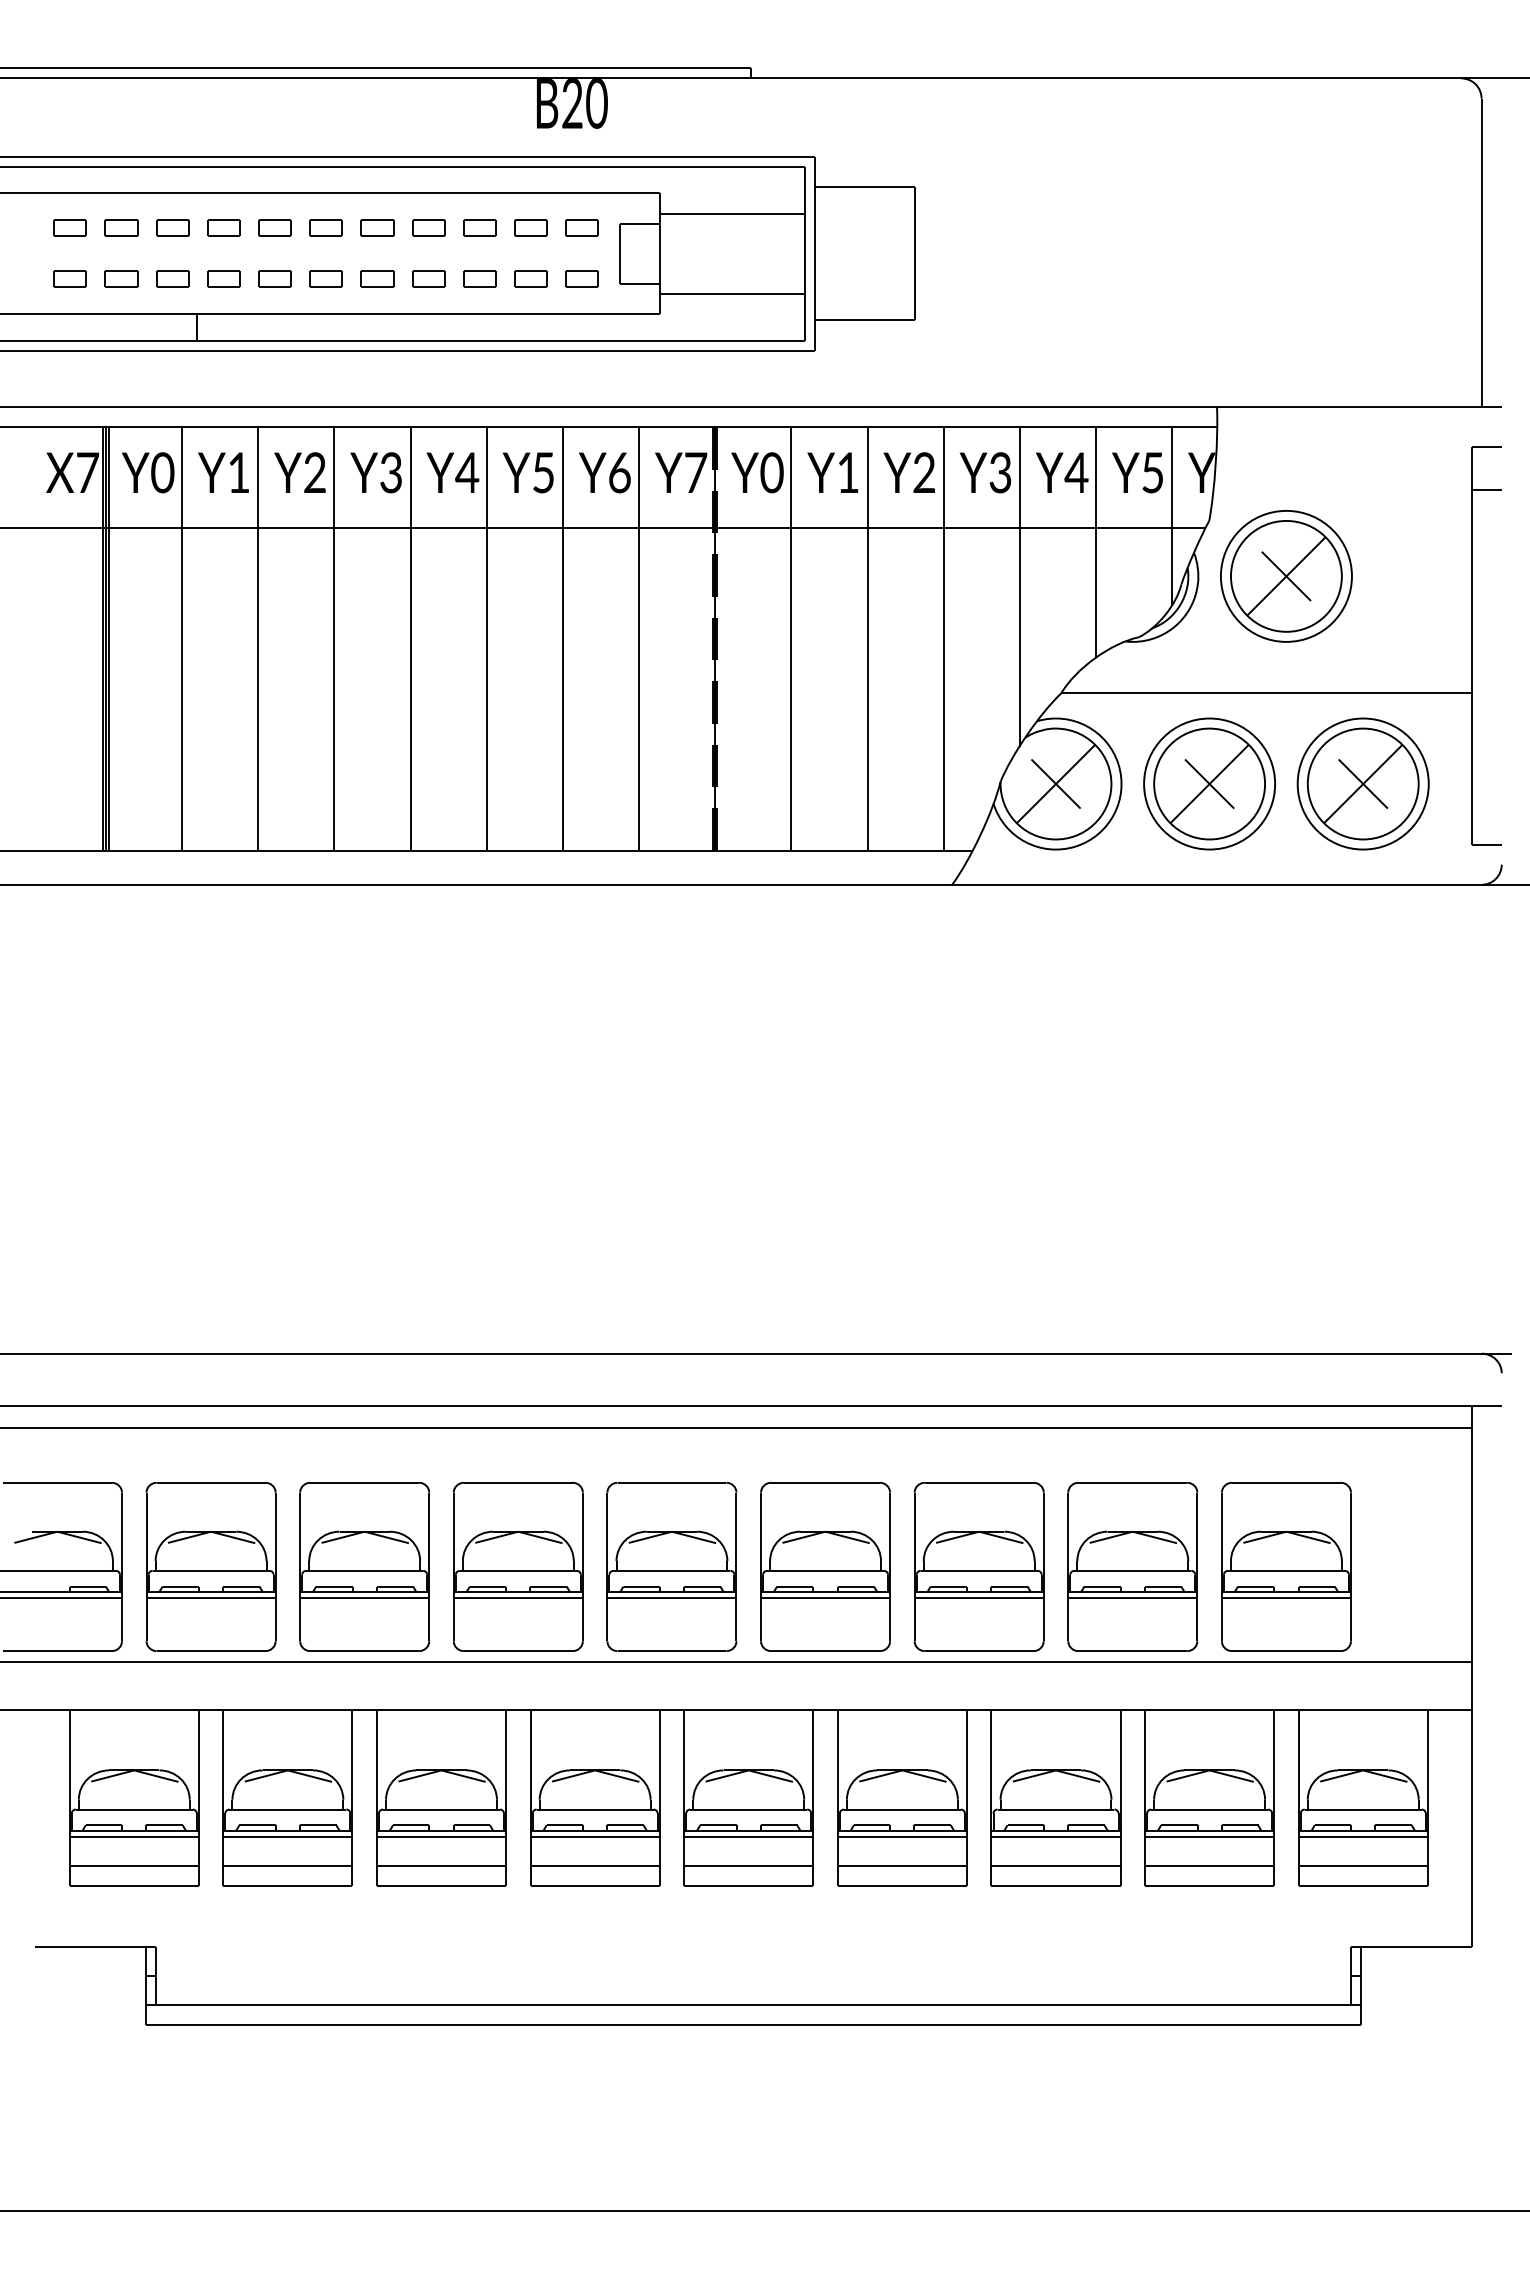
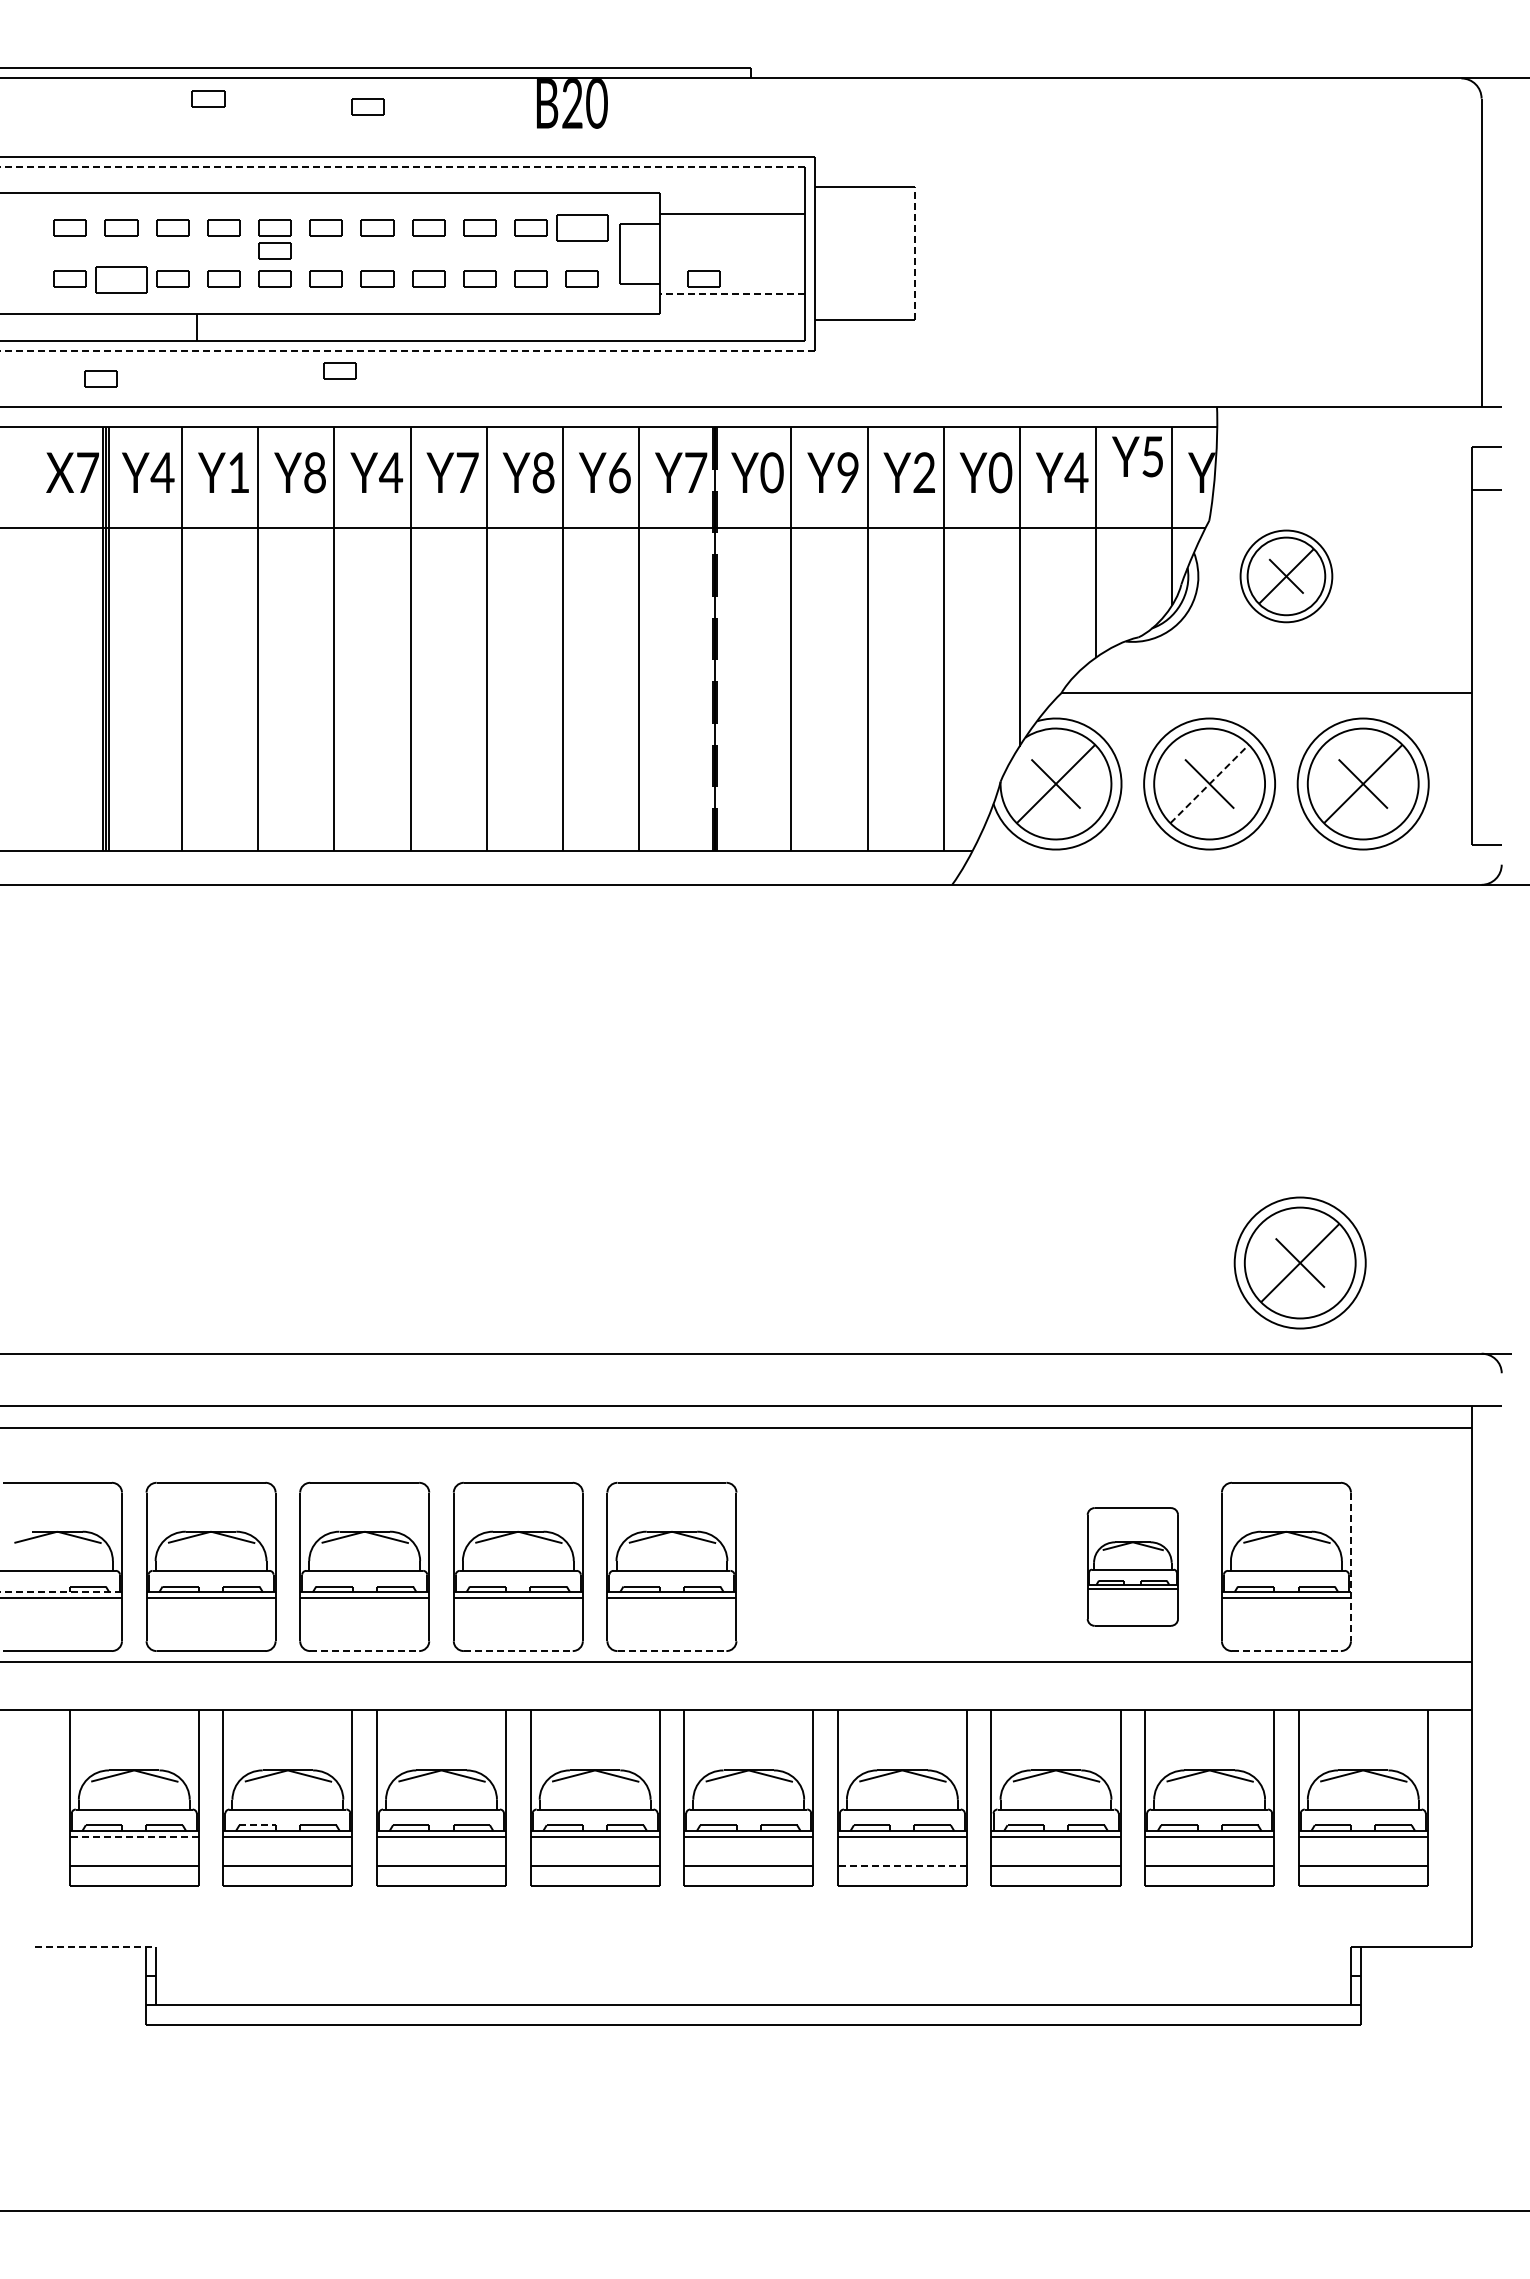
part at (208, 98): none -> present
part at (367, 106): none -> present
line at (402, 167): solid -> dashed
part at (581, 227) size: 34x18 px -> 53x28 px
part at (274, 250): none -> present
line at (915, 253): solid -> dashed
part at (121, 278) size: 35x18 px -> 53x28 px
part at (703, 278): none -> present
line at (731, 294): solid -> dashed
line at (407, 350): solid -> dashed
part at (339, 370): none -> present
part at (100, 378): none -> present
text at (162, 472): Y0 -> Y4
text at (391, 472): Y3 -> Y4
text at (467, 472): Y4 -> Y7
text at (543, 472): Y5 -> Y8
text at (847, 472): Y1 -> Y9
text at (1000, 472): Y3 -> Y0
text at (1137, 472) position: (1137, 472) -> (1137, 456)
text at (314, 473): Y2 -> Y8
part at (1286, 576) size: 133x133 px -> 95x95 px
line at (1209, 783): solid -> dashed
part at (1299, 1262): none -> present
part at (825, 1566): present -> none
part at (978, 1566): present -> none
part at (1132, 1566) size: 132x170 px -> 93x120 px
line at (1350, 1567): solid -> dashed
line at (61, 1592): solid -> dashed
line at (365, 1651): solid -> dashed
line at (518, 1651): solid -> dashed
line at (672, 1651): solid -> dashed
line at (1286, 1651): solid -> dashed
line at (258, 1825): solid -> dashed
line at (134, 1836): solid -> dashed
line at (902, 1866): solid -> dashed
line at (96, 1946): solid -> dashed
